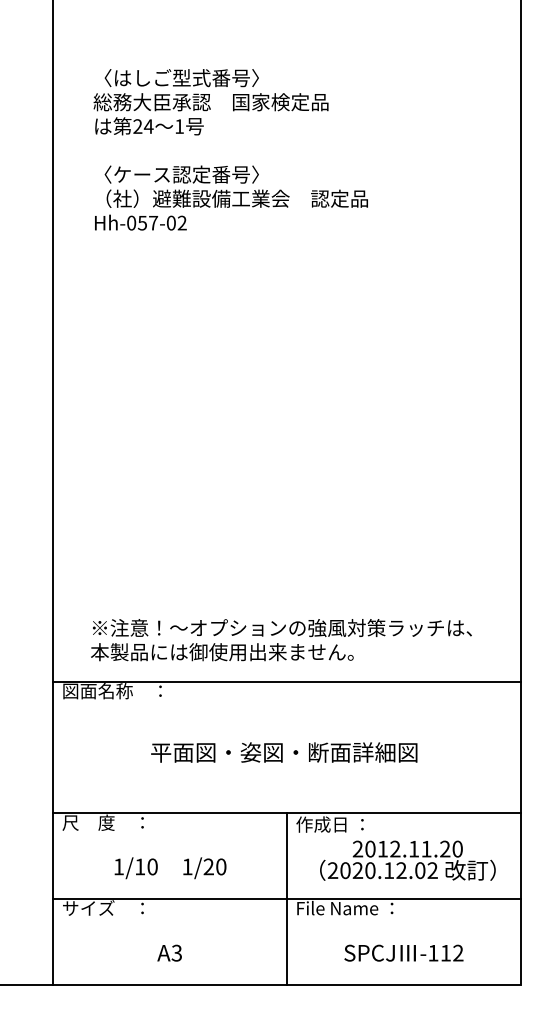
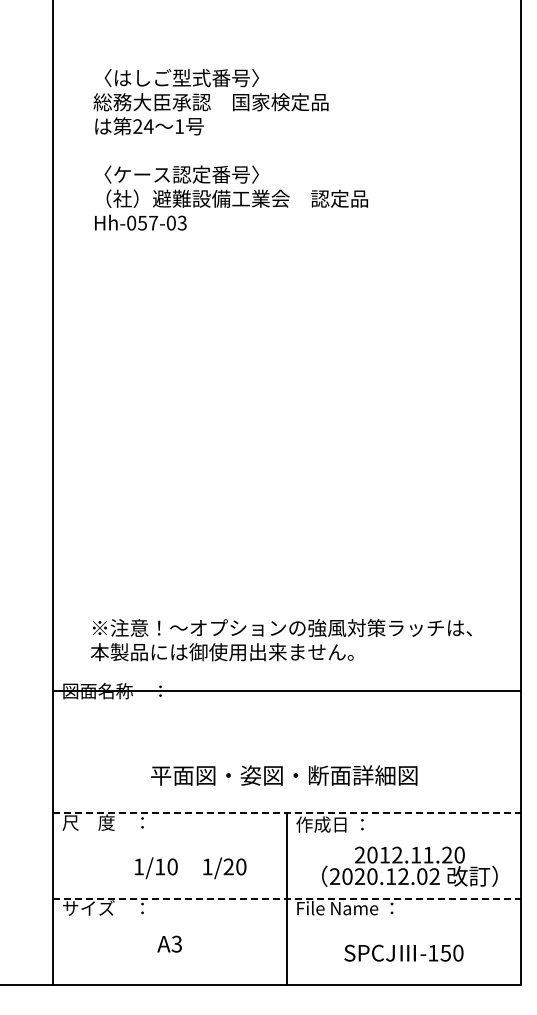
text at (181, 223): Hh-057-02 -> Hh-057-03
line at (286, 681) position: (286, 681) -> (286, 690)
text at (284, 752) position: (284, 752) -> (284, 775)
line at (287, 813): solid -> dashed
text at (407, 860) position: (407, 860) -> (409, 866)
text at (170, 868) position: (170, 868) -> (190, 868)
line at (287, 898): solid -> dashed
text at (169, 952) position: (169, 952) -> (169, 943)
text at (451, 952): -112 -> -150
